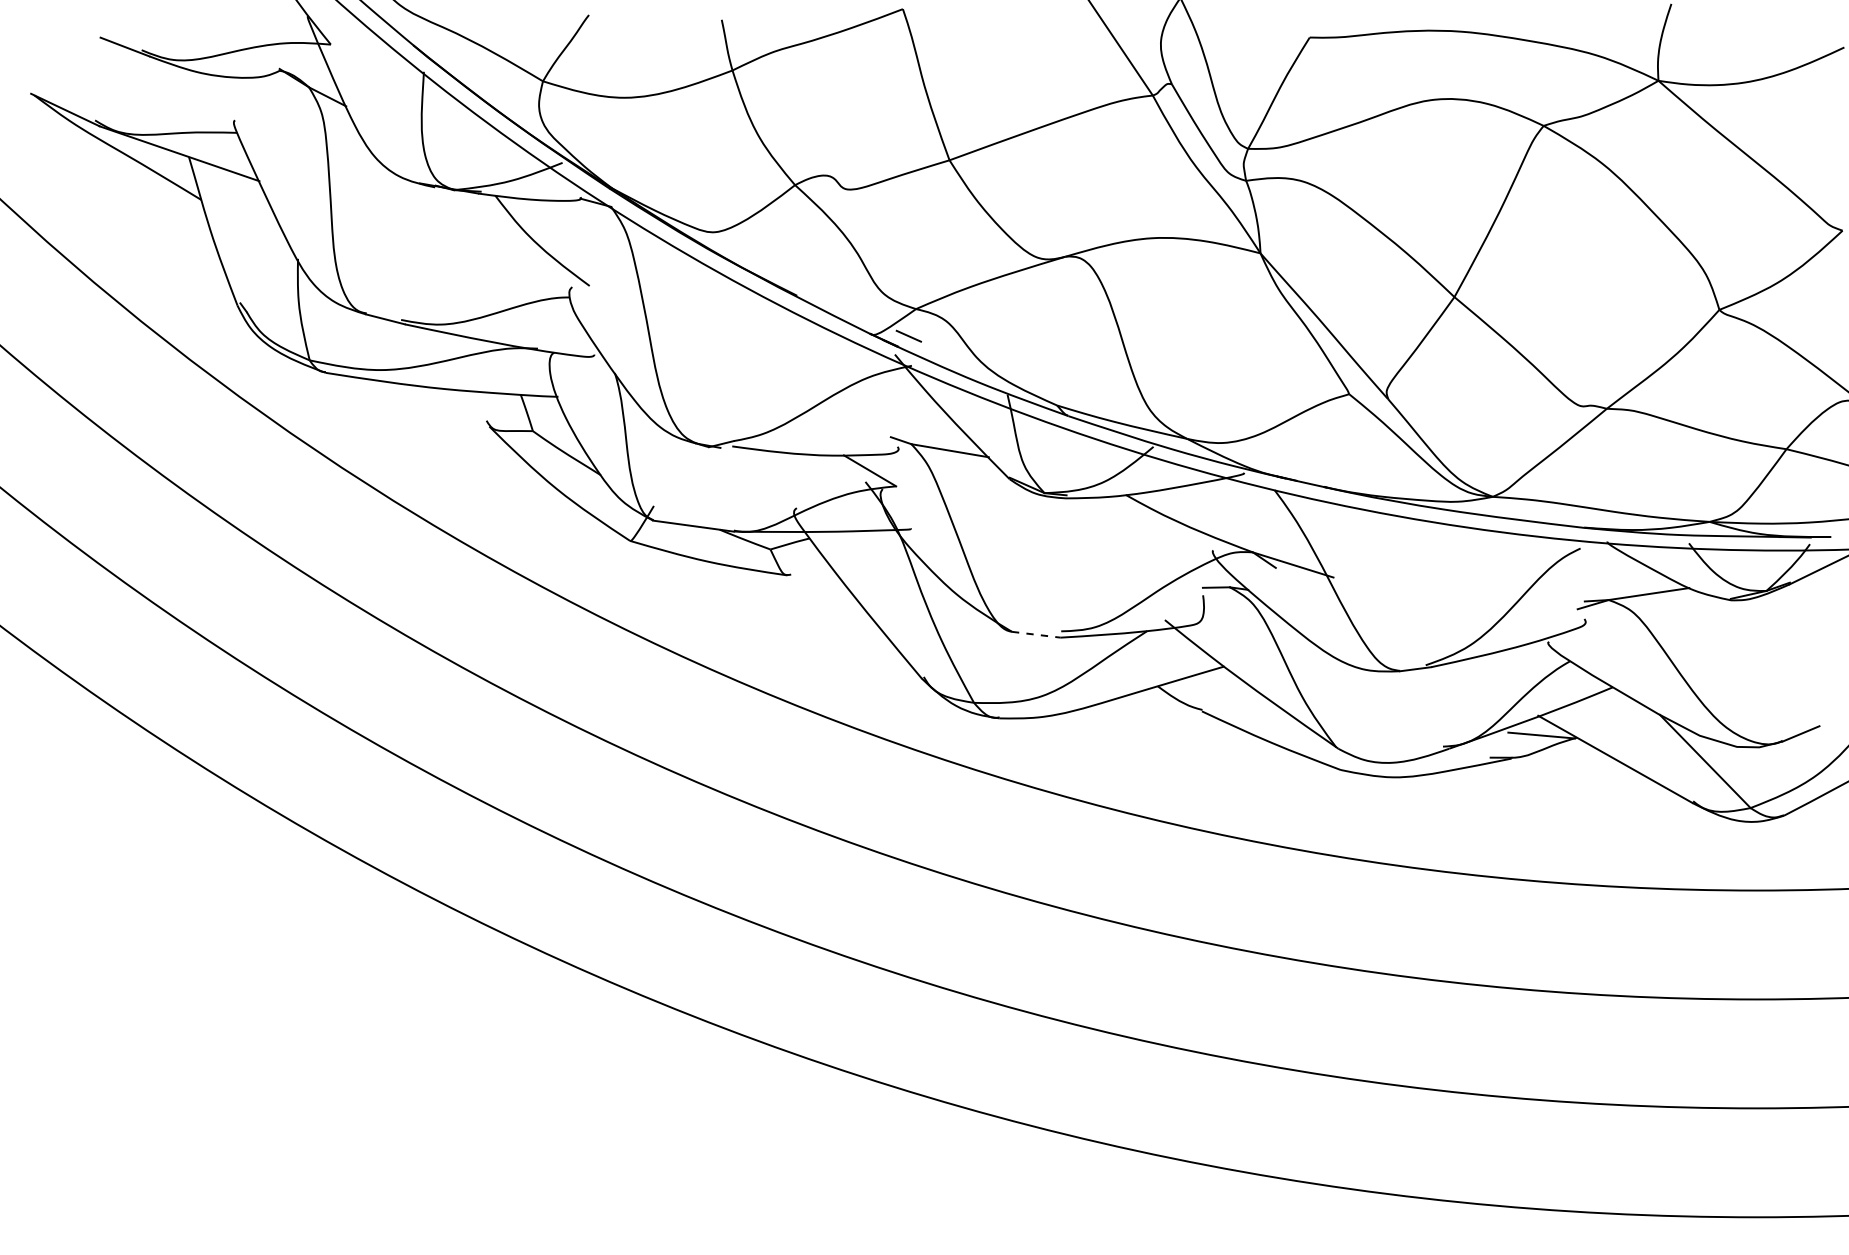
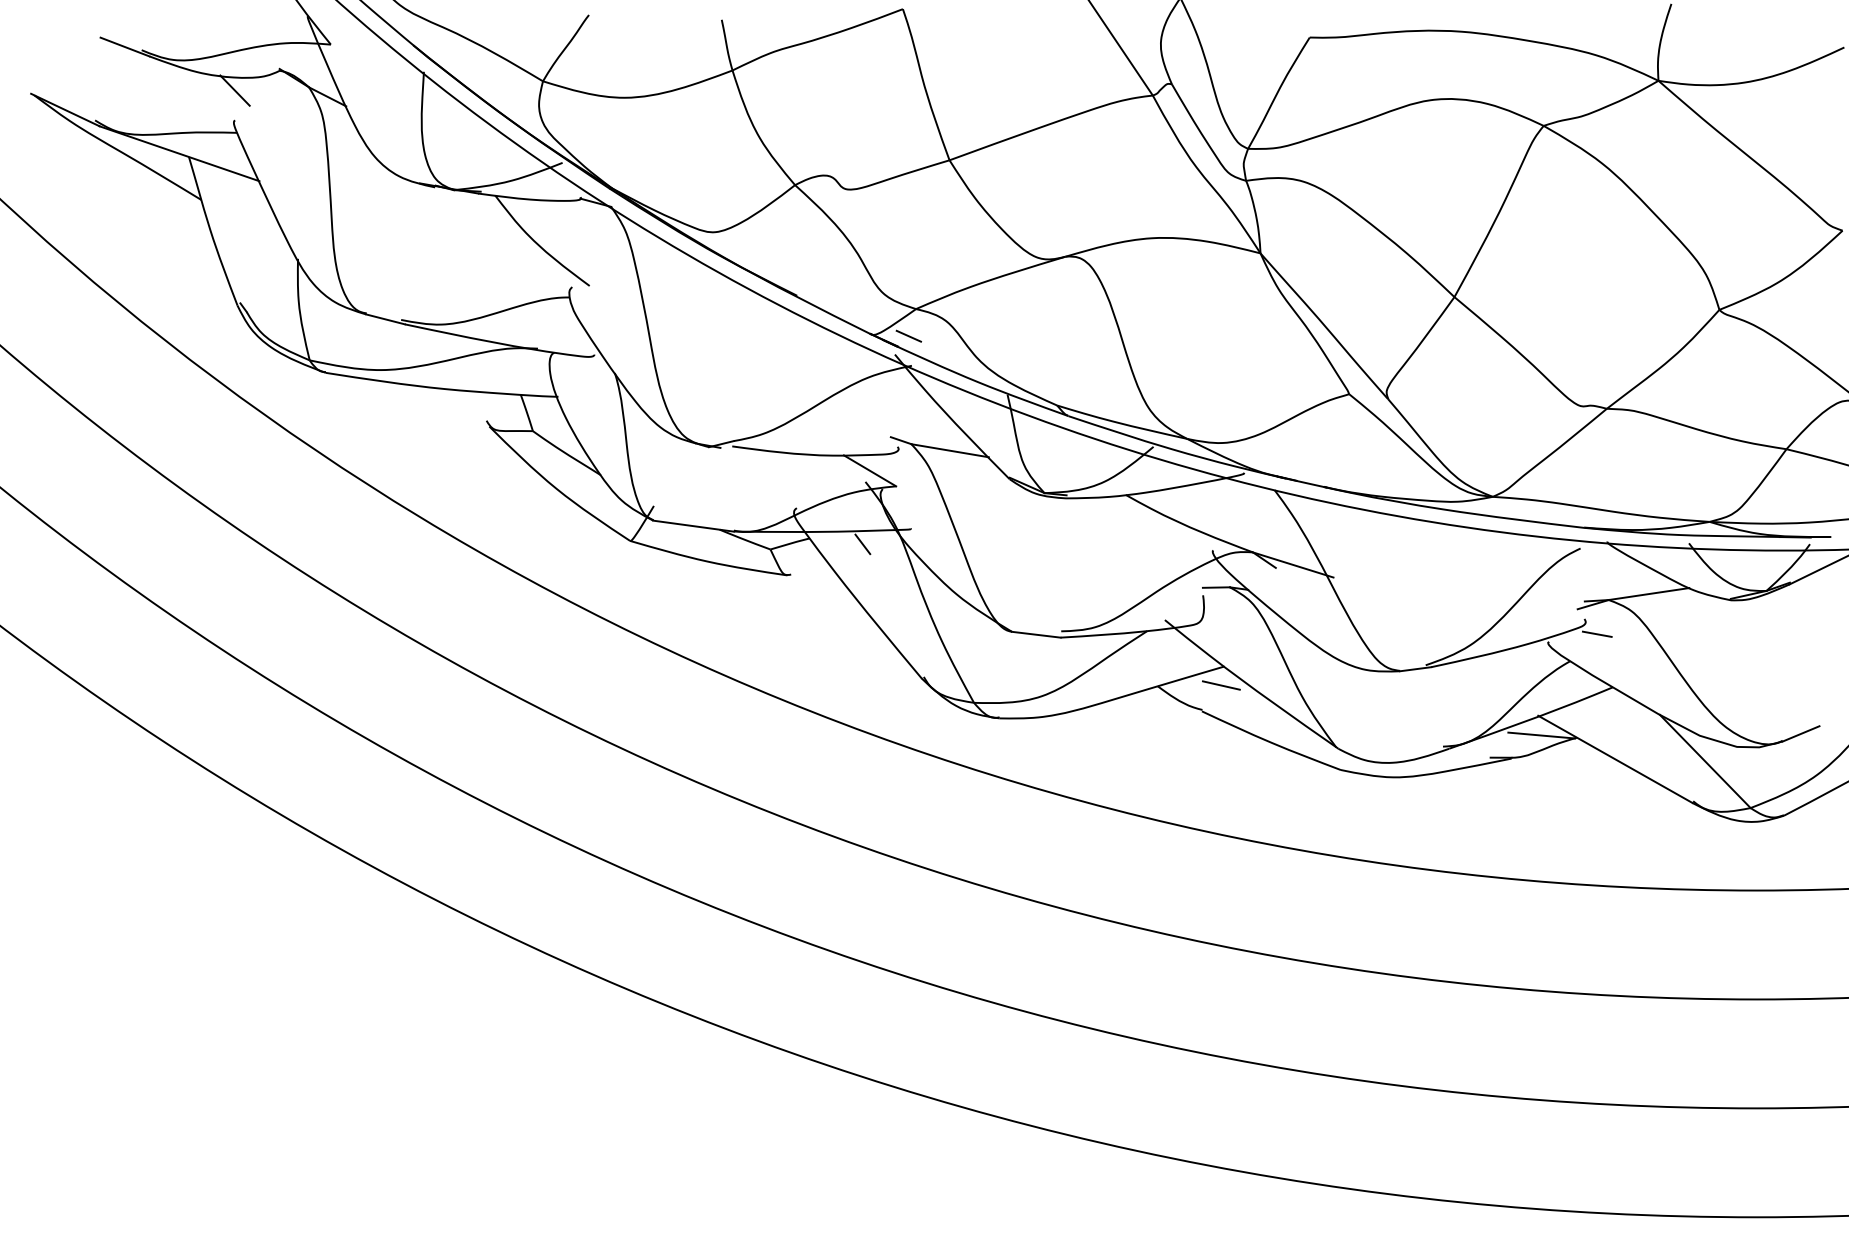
line at (234, 90): none -> present
line at (862, 544): none -> present
line at (1596, 633): none -> present
line at (1036, 634): dashed -> solid
line at (1220, 685): none -> present
